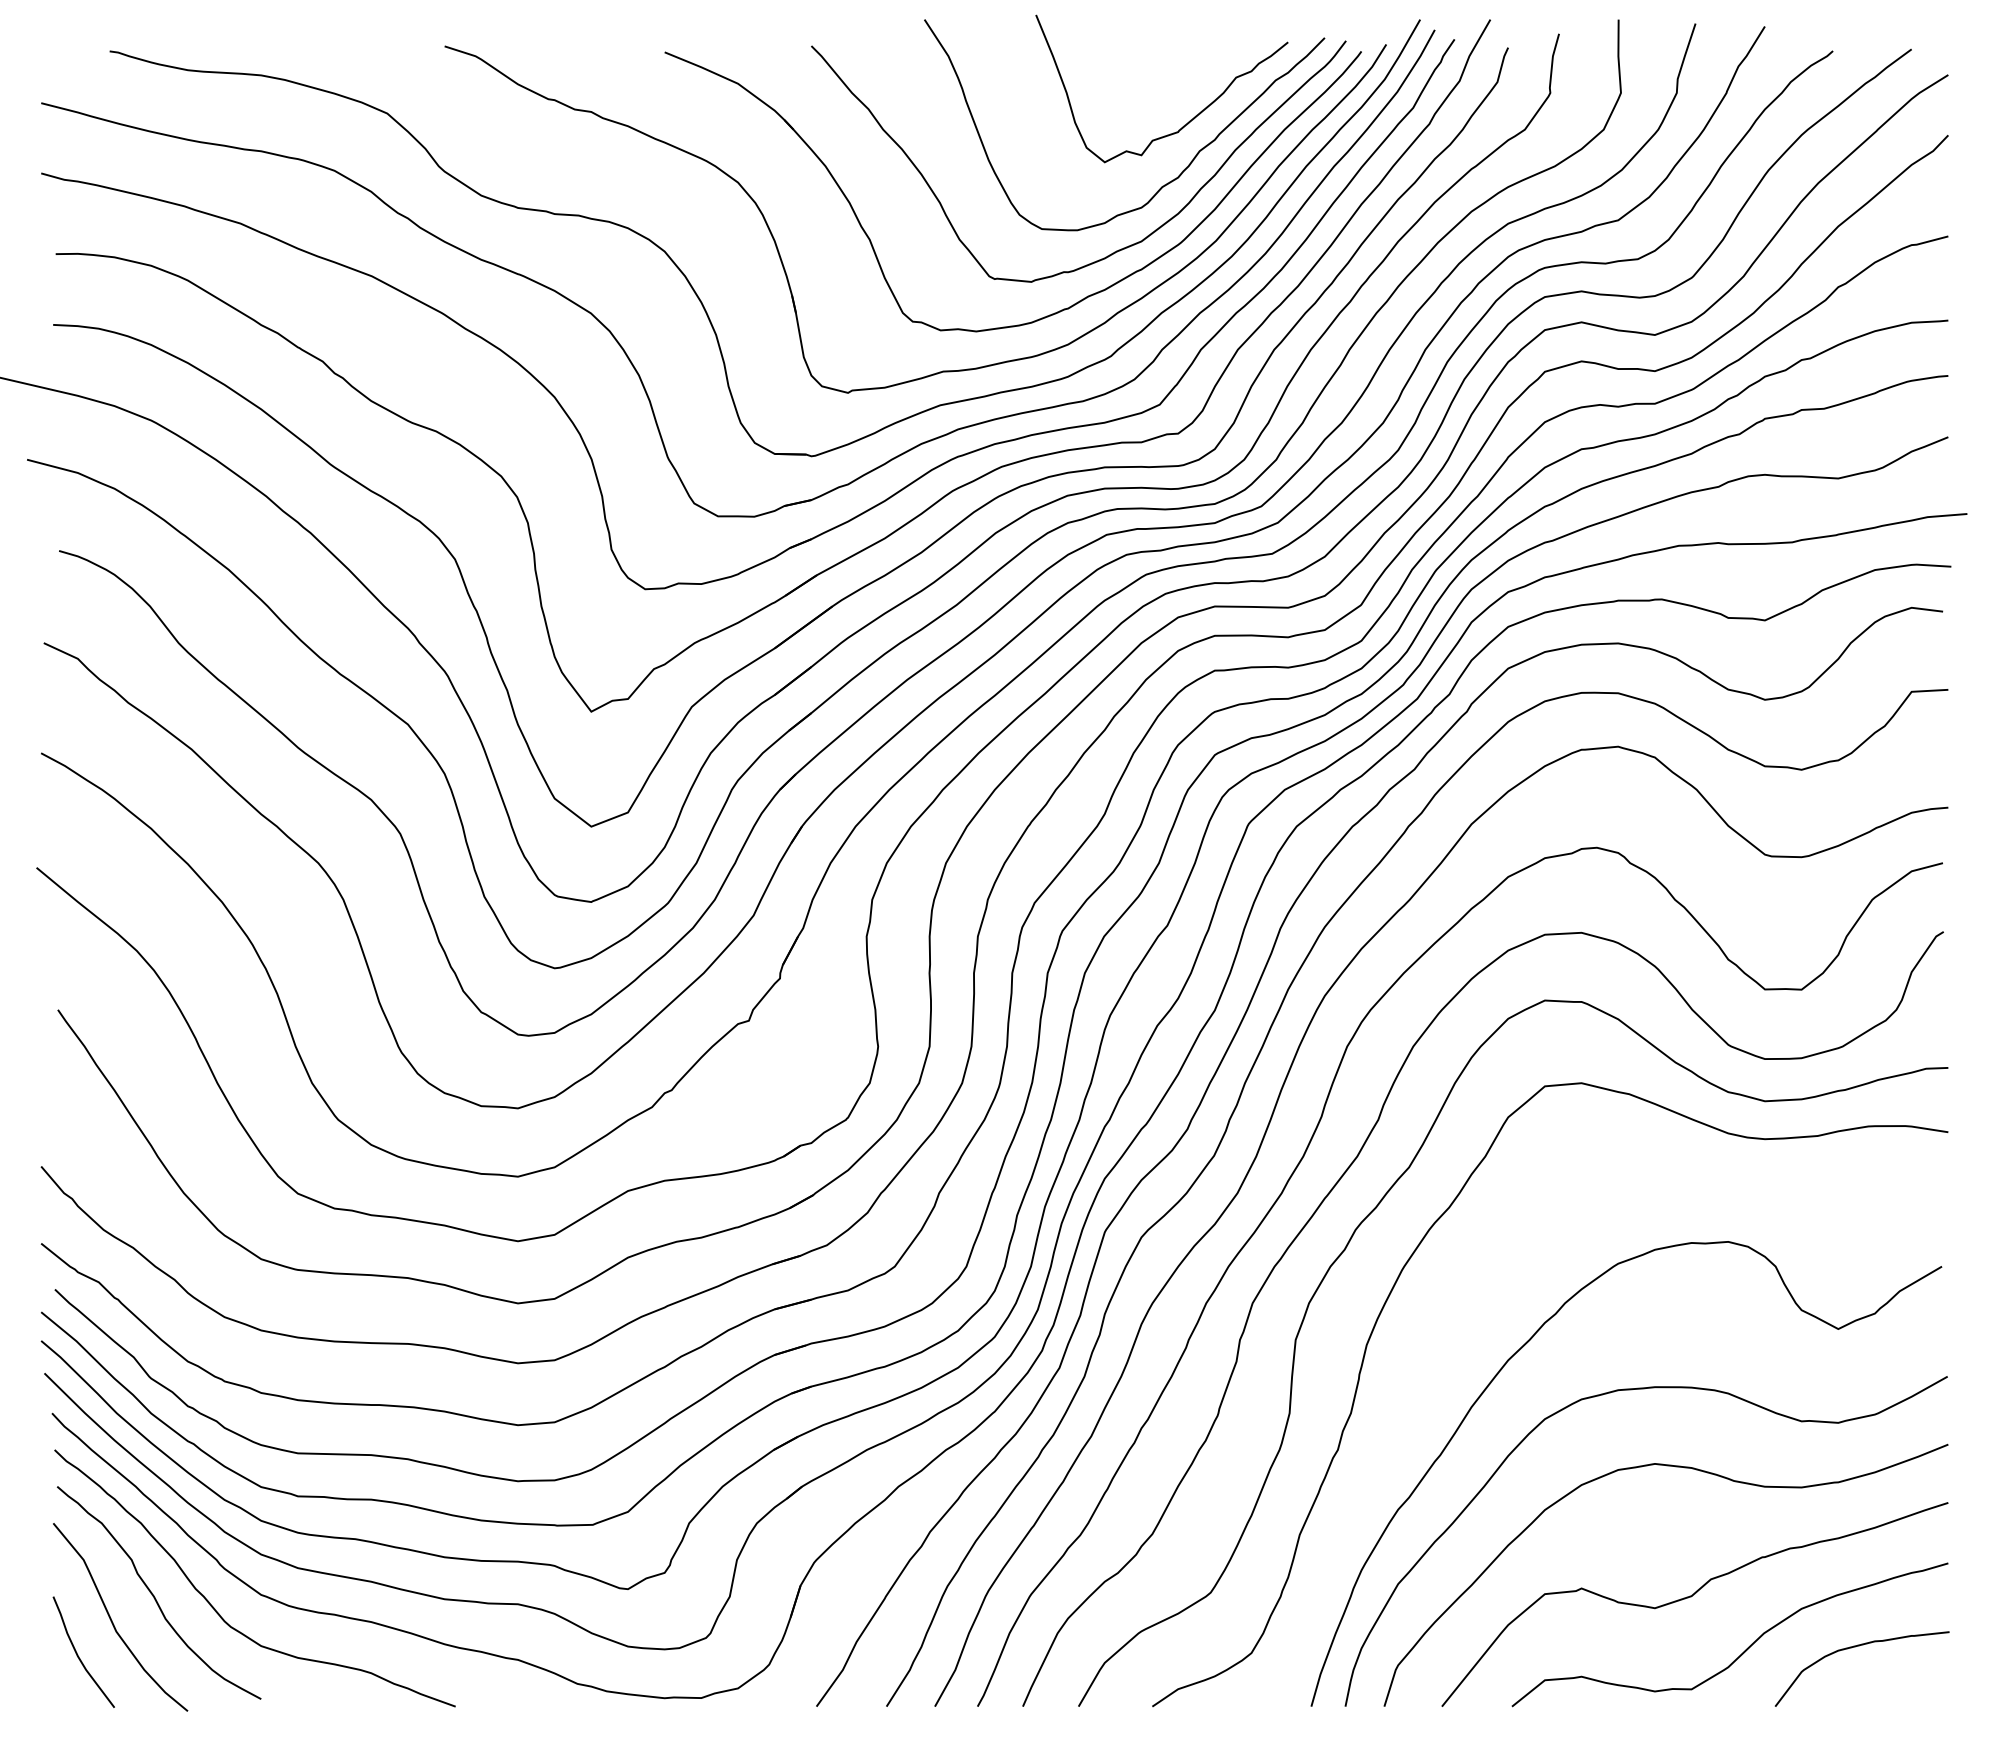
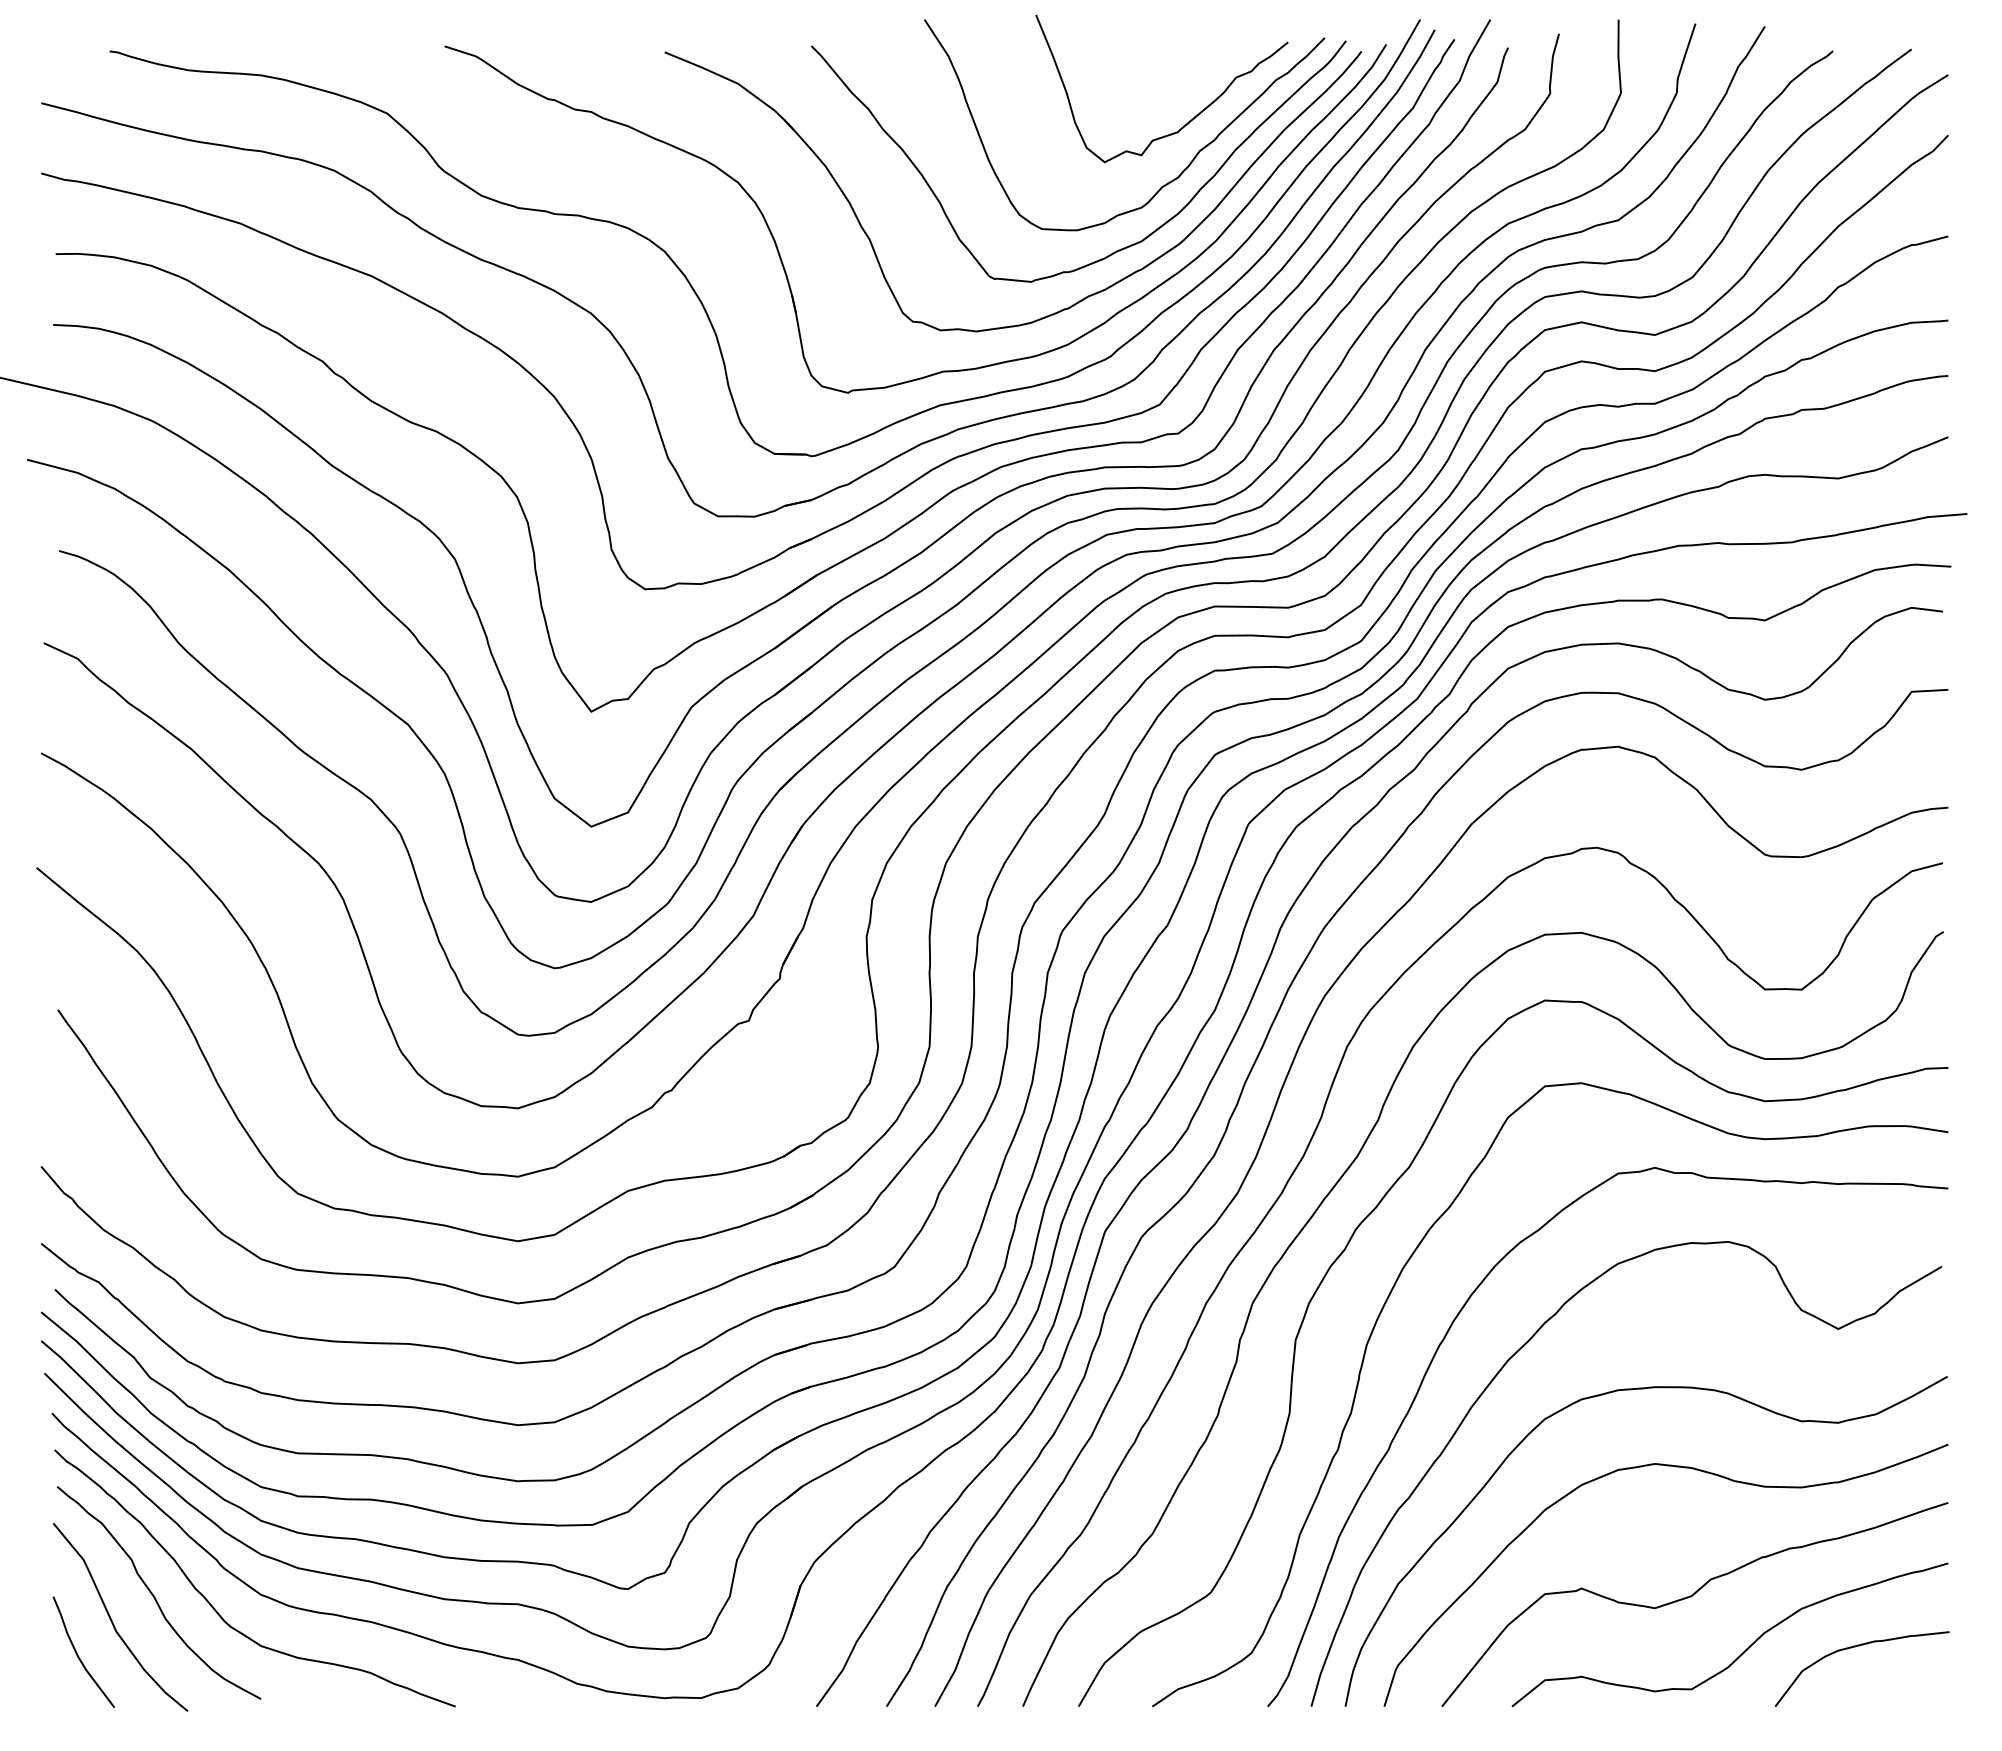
curve at (1445, 1338): none -> present
